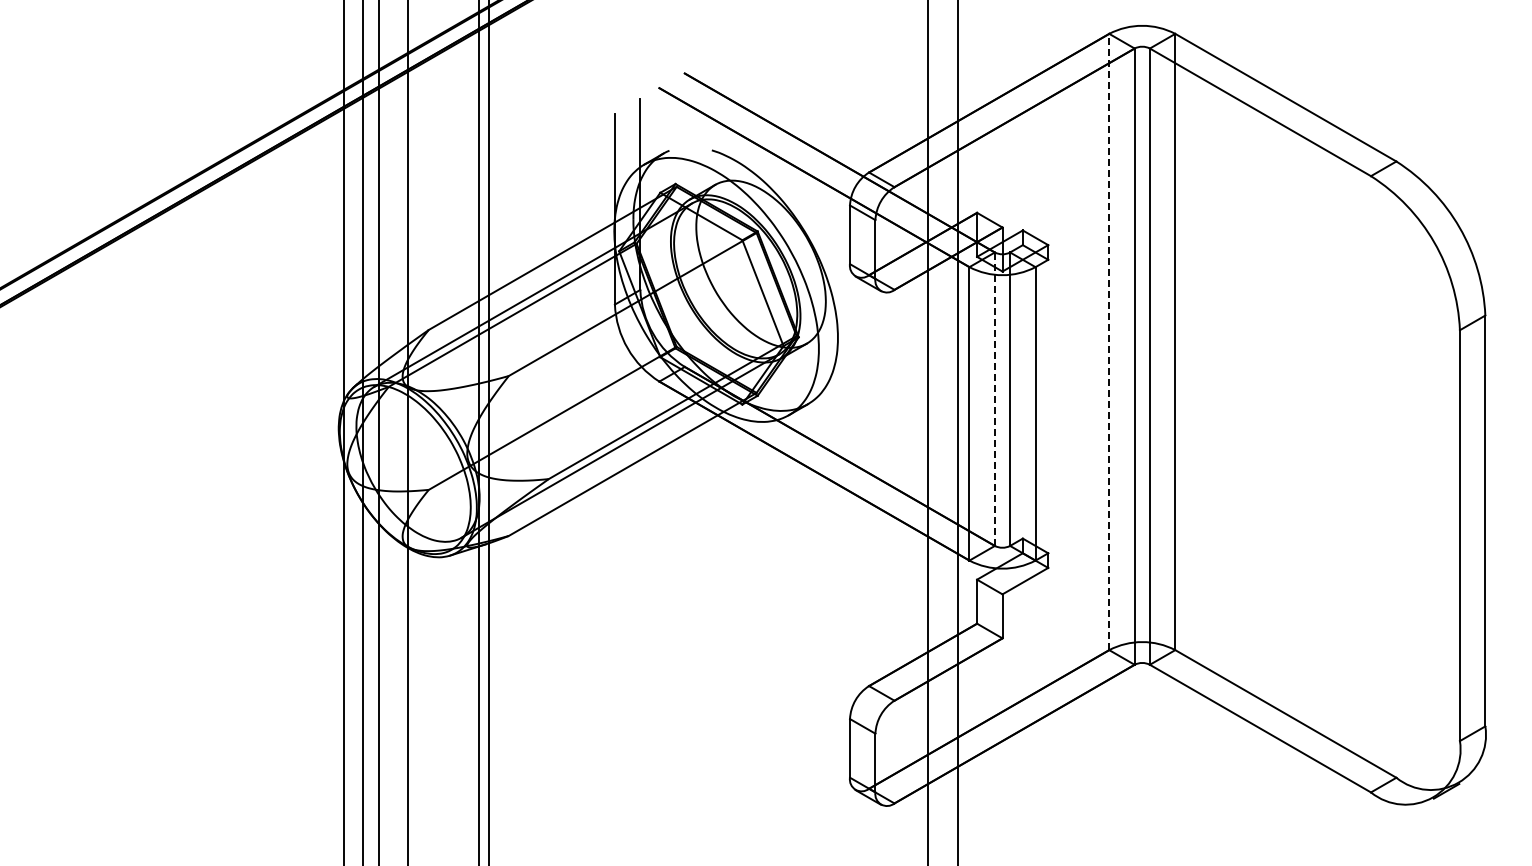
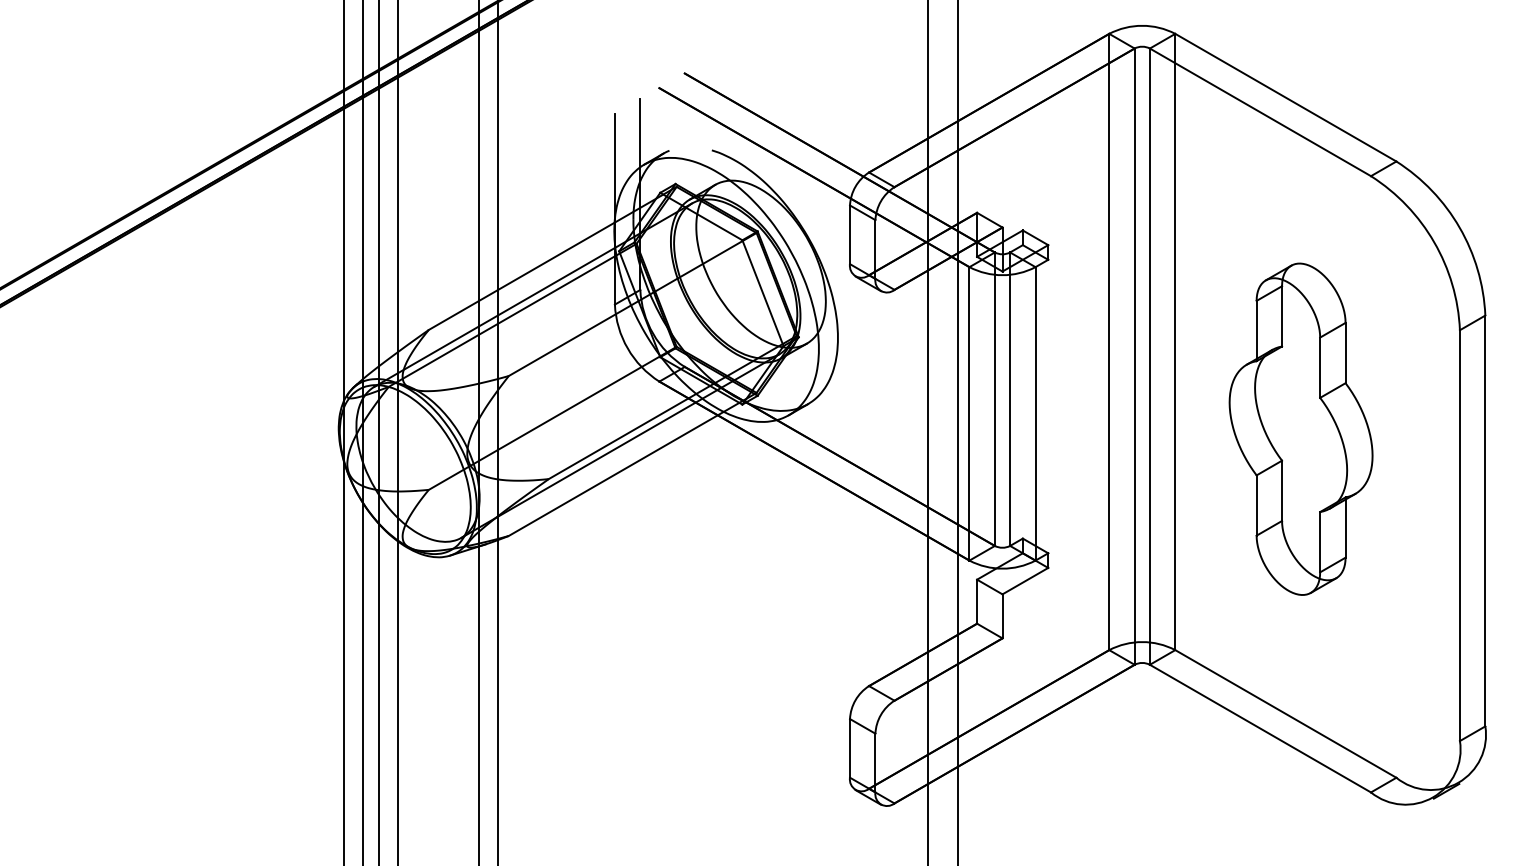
line at (1109, 341): dashed -> solid
line at (994, 399): dashed -> solid
part at (1300, 428): none -> present
line at (407, 432) position: (407, 432) -> (397, 432)
line at (489, 432) position: (489, 432) -> (498, 432)
